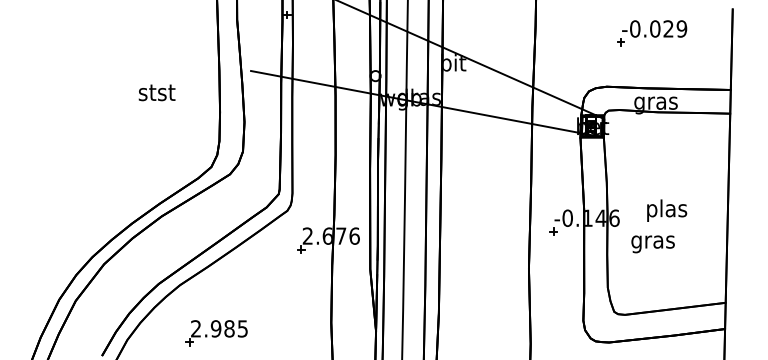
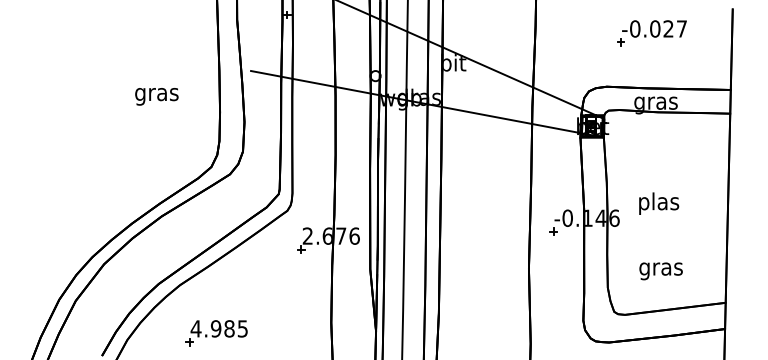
text at (681, 28): -0.029 -> -0.027
text at (156, 94): stst -> gras
text at (667, 210) position: (667, 210) -> (659, 203)
text at (652, 244) position: (652, 244) -> (660, 271)
text at (195, 328): 2.985 -> 4.985
